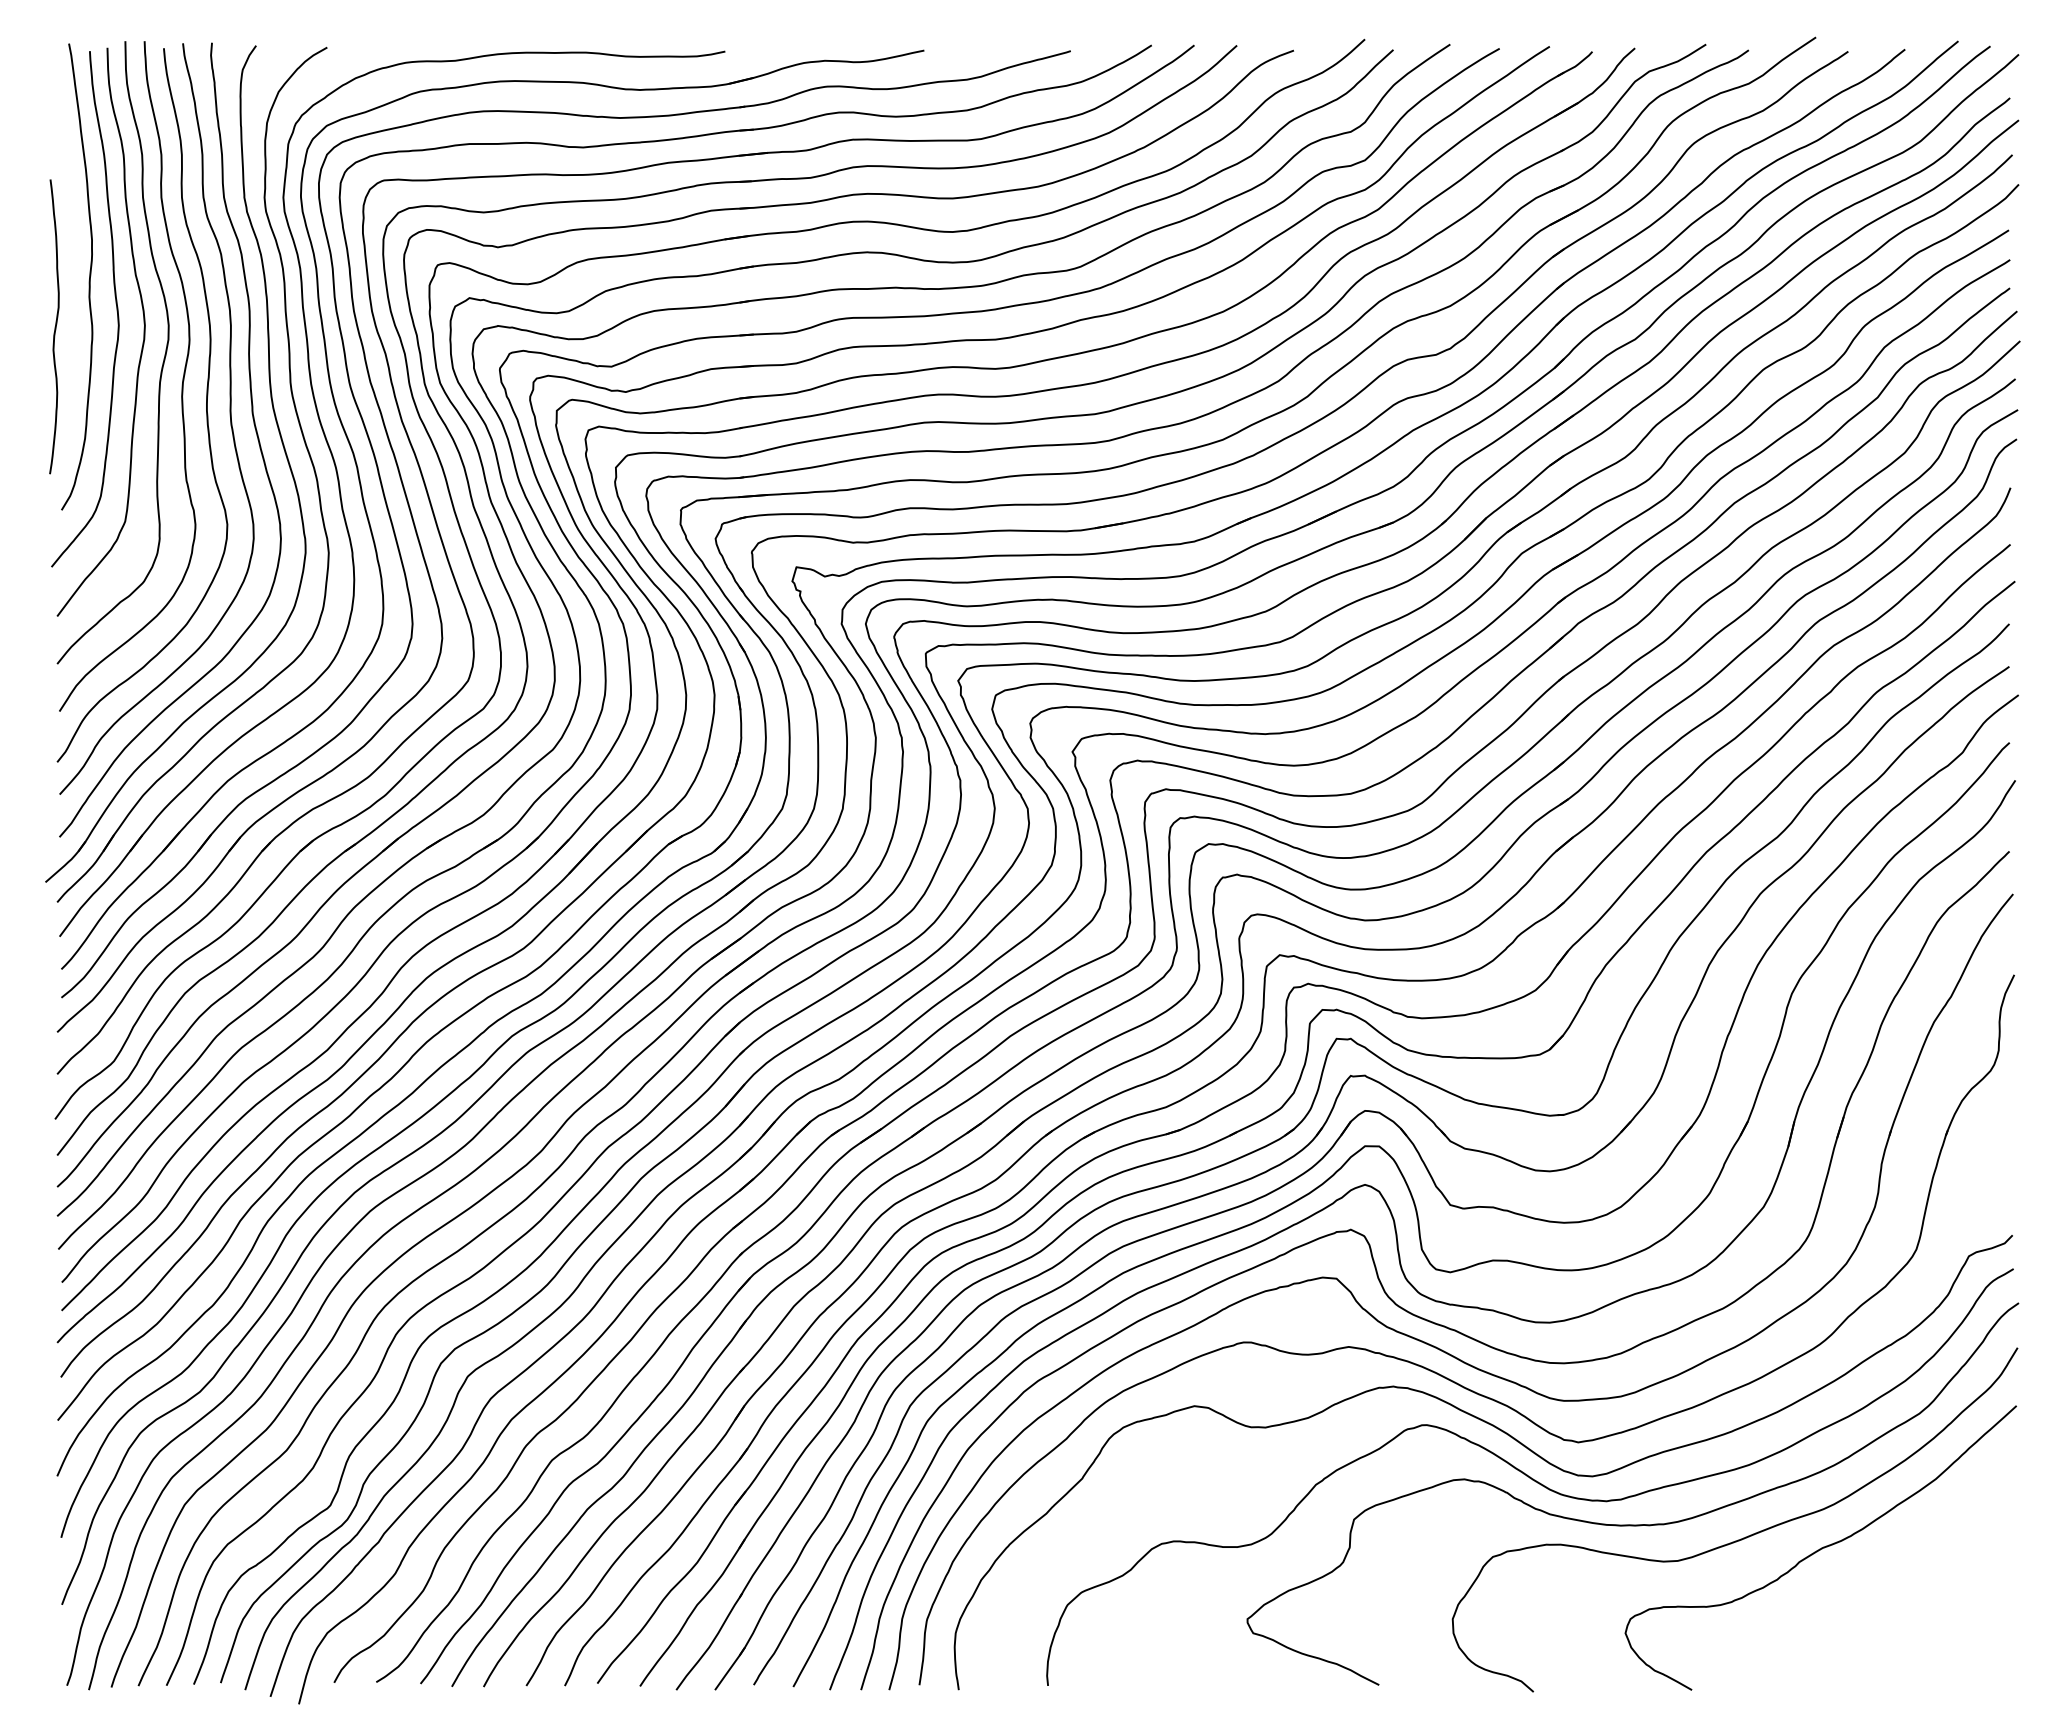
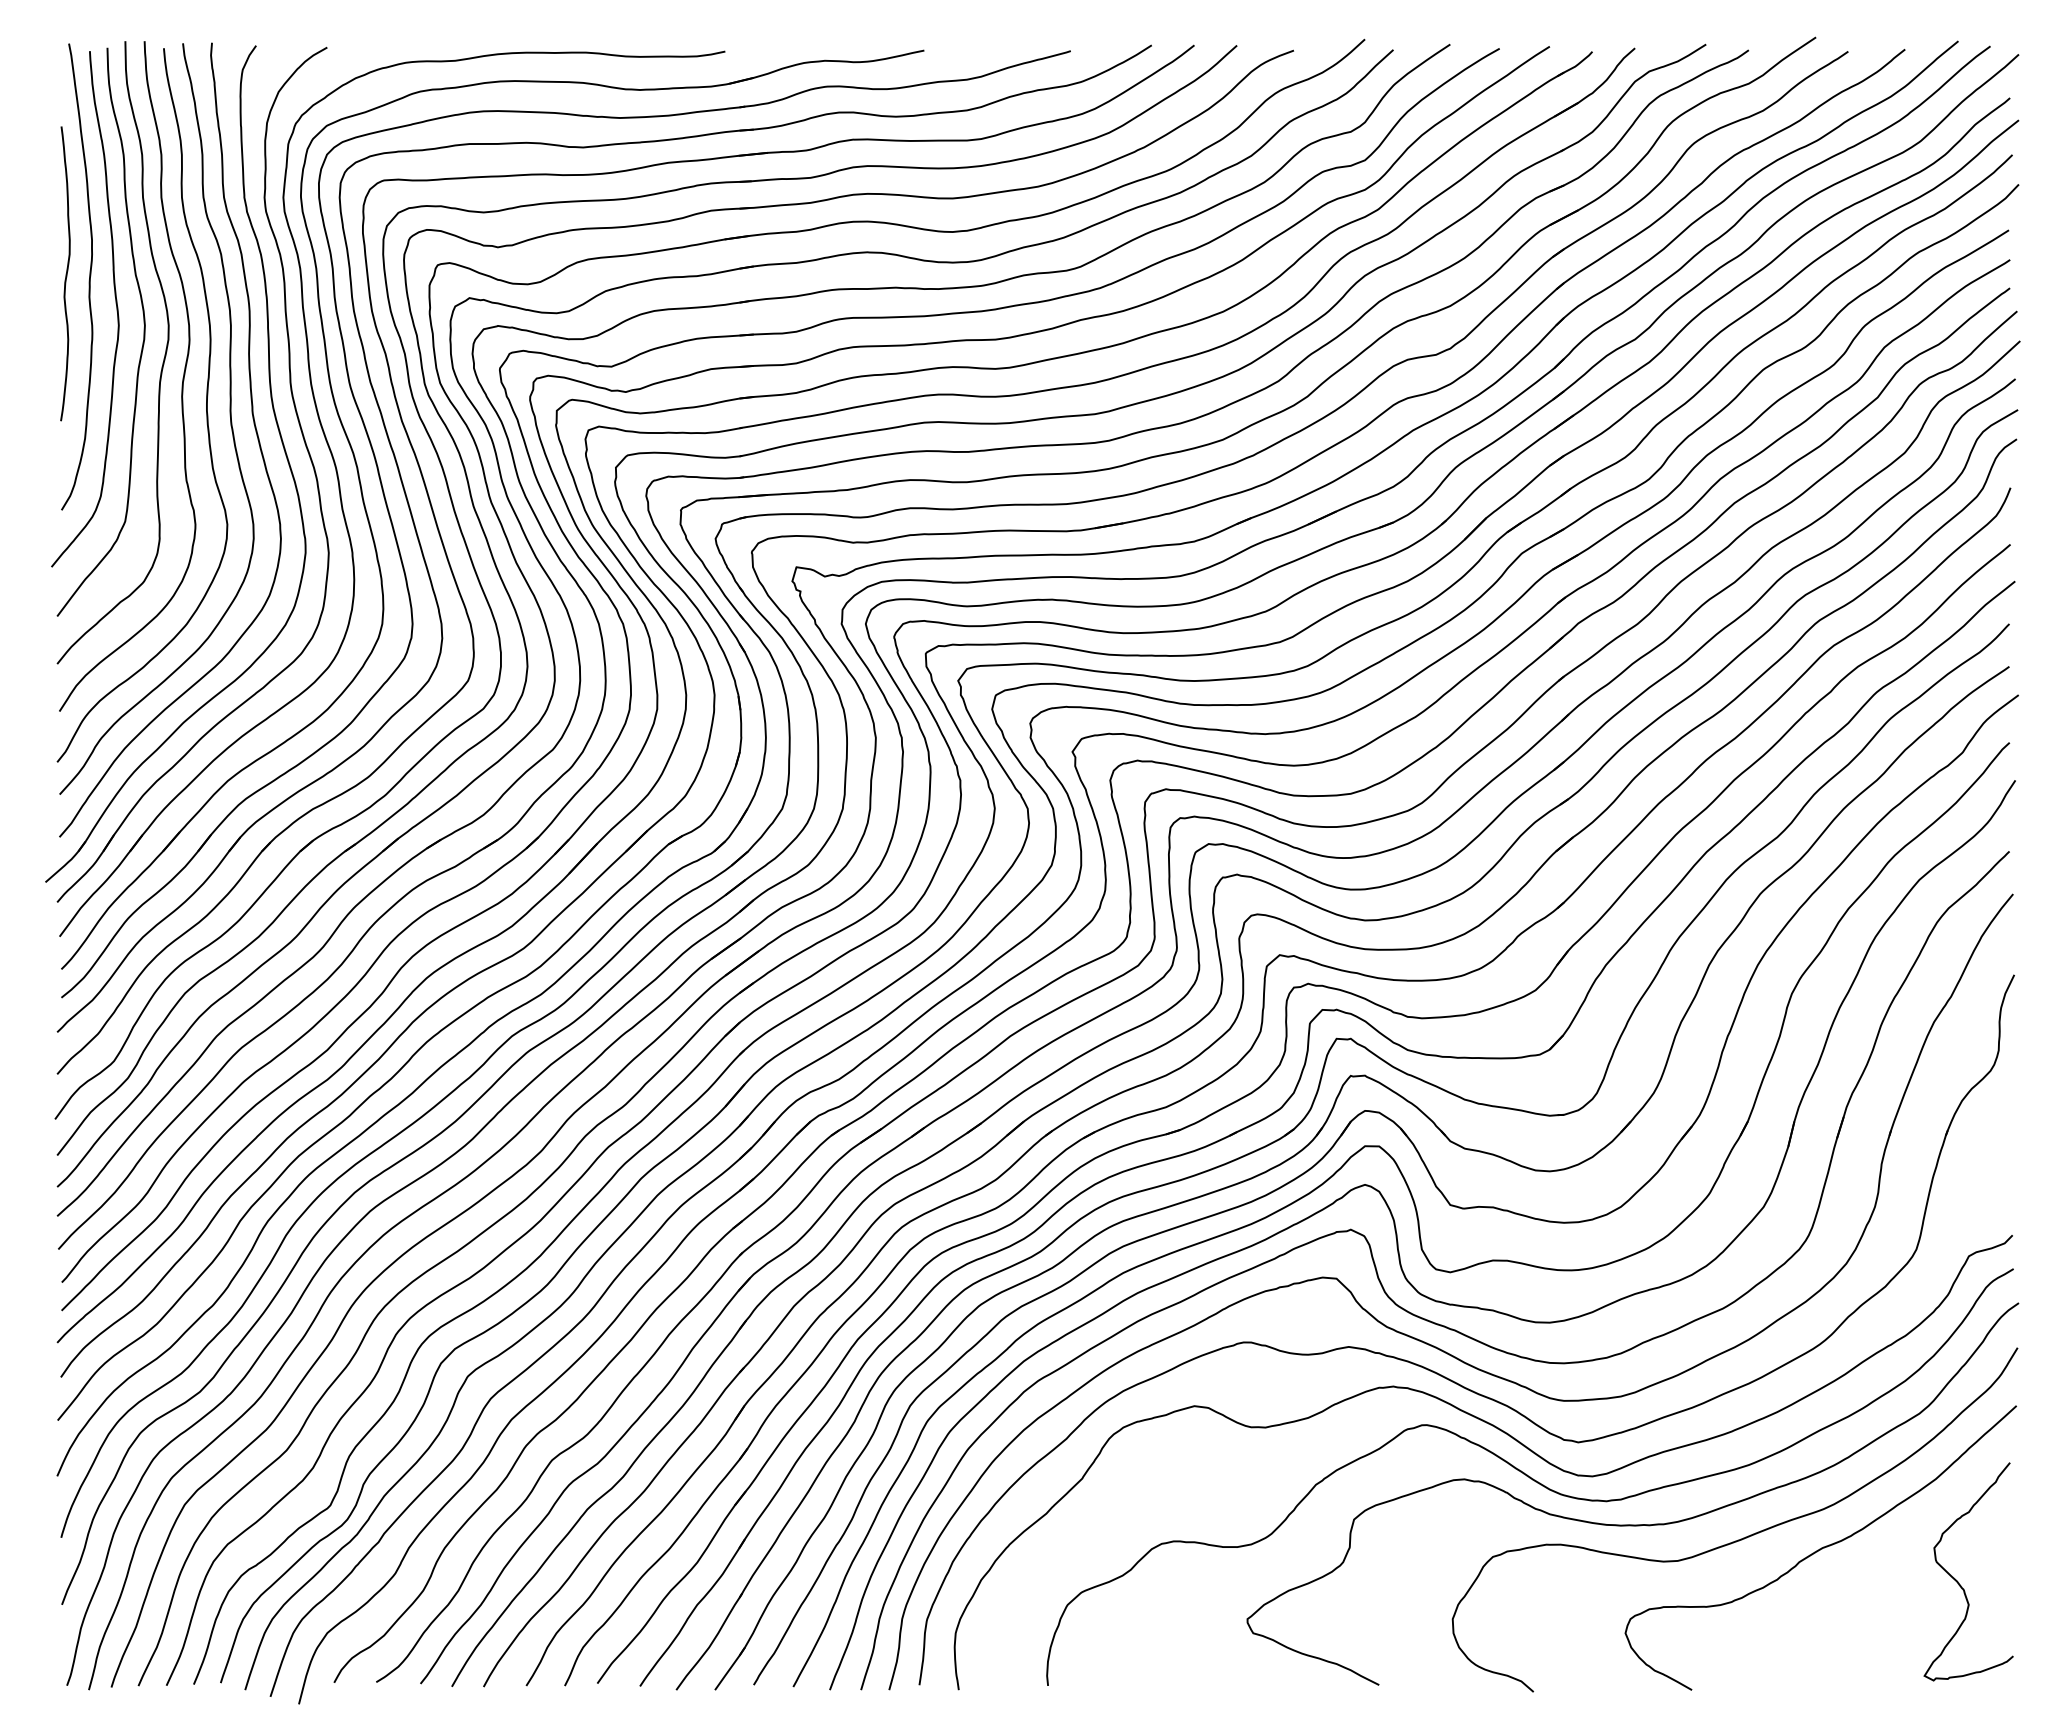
curve at (55, 326) position: (55, 326) -> (66, 273)
curve at (1958, 1581): none -> present
